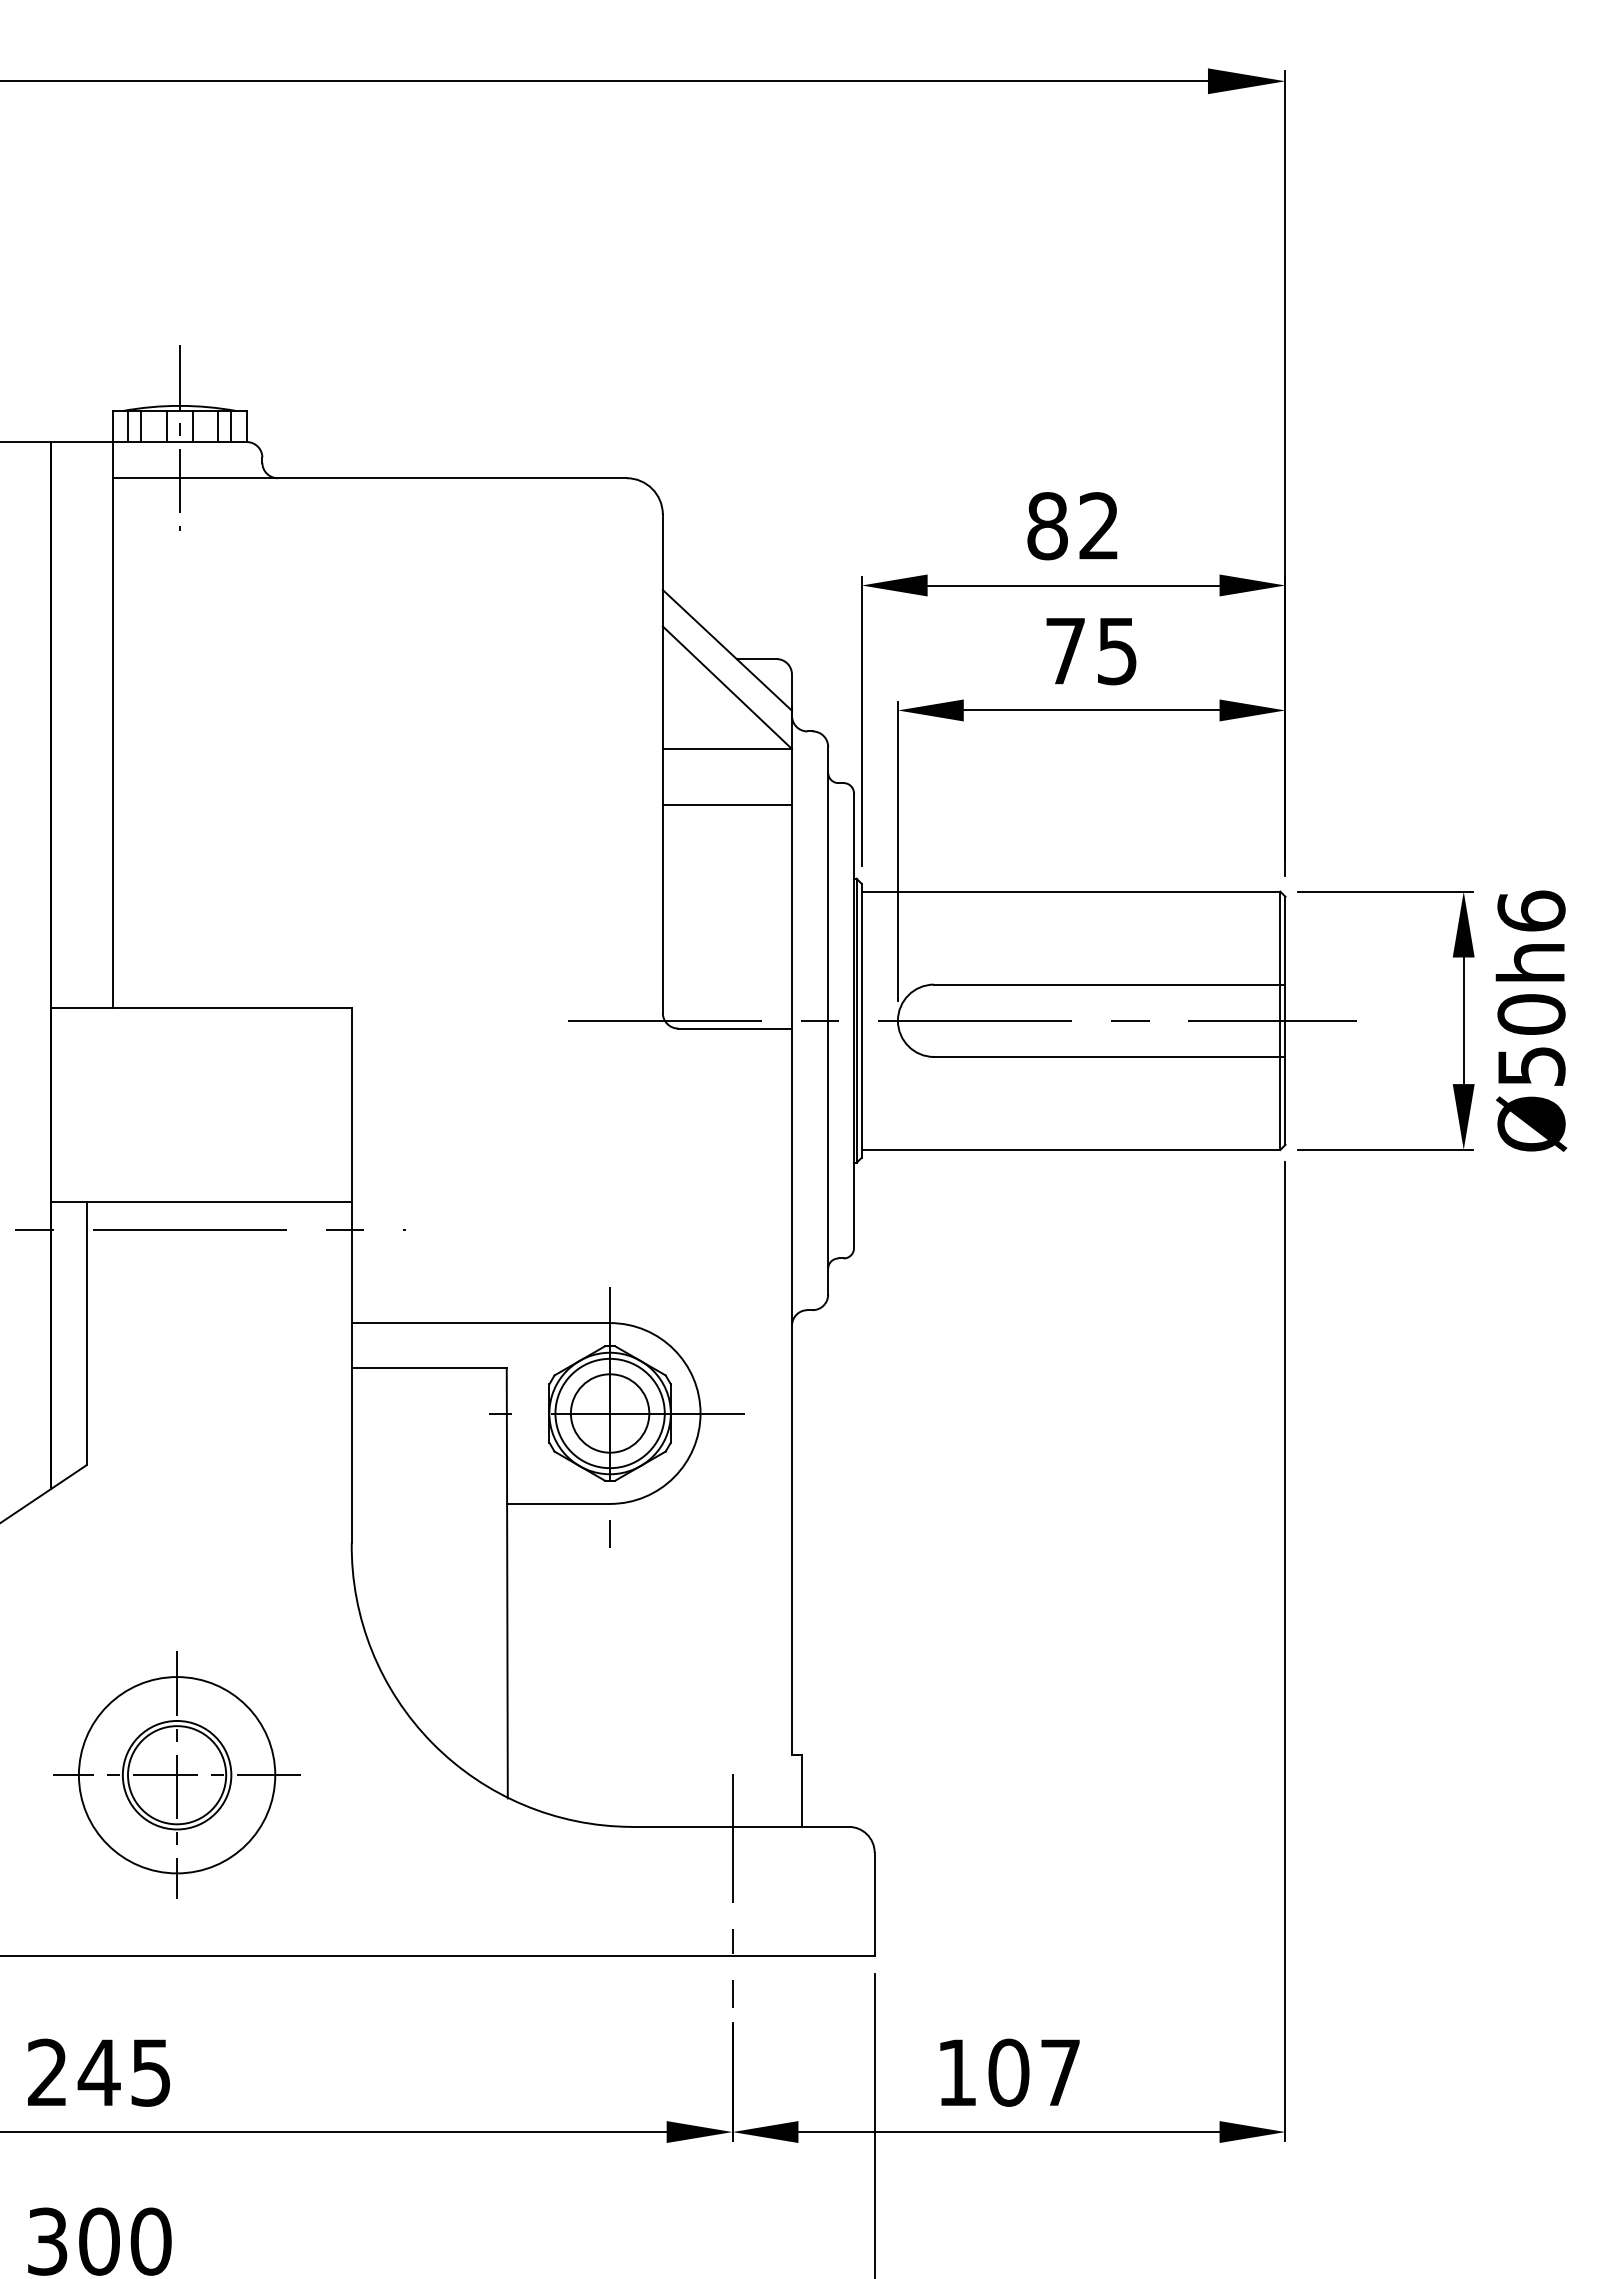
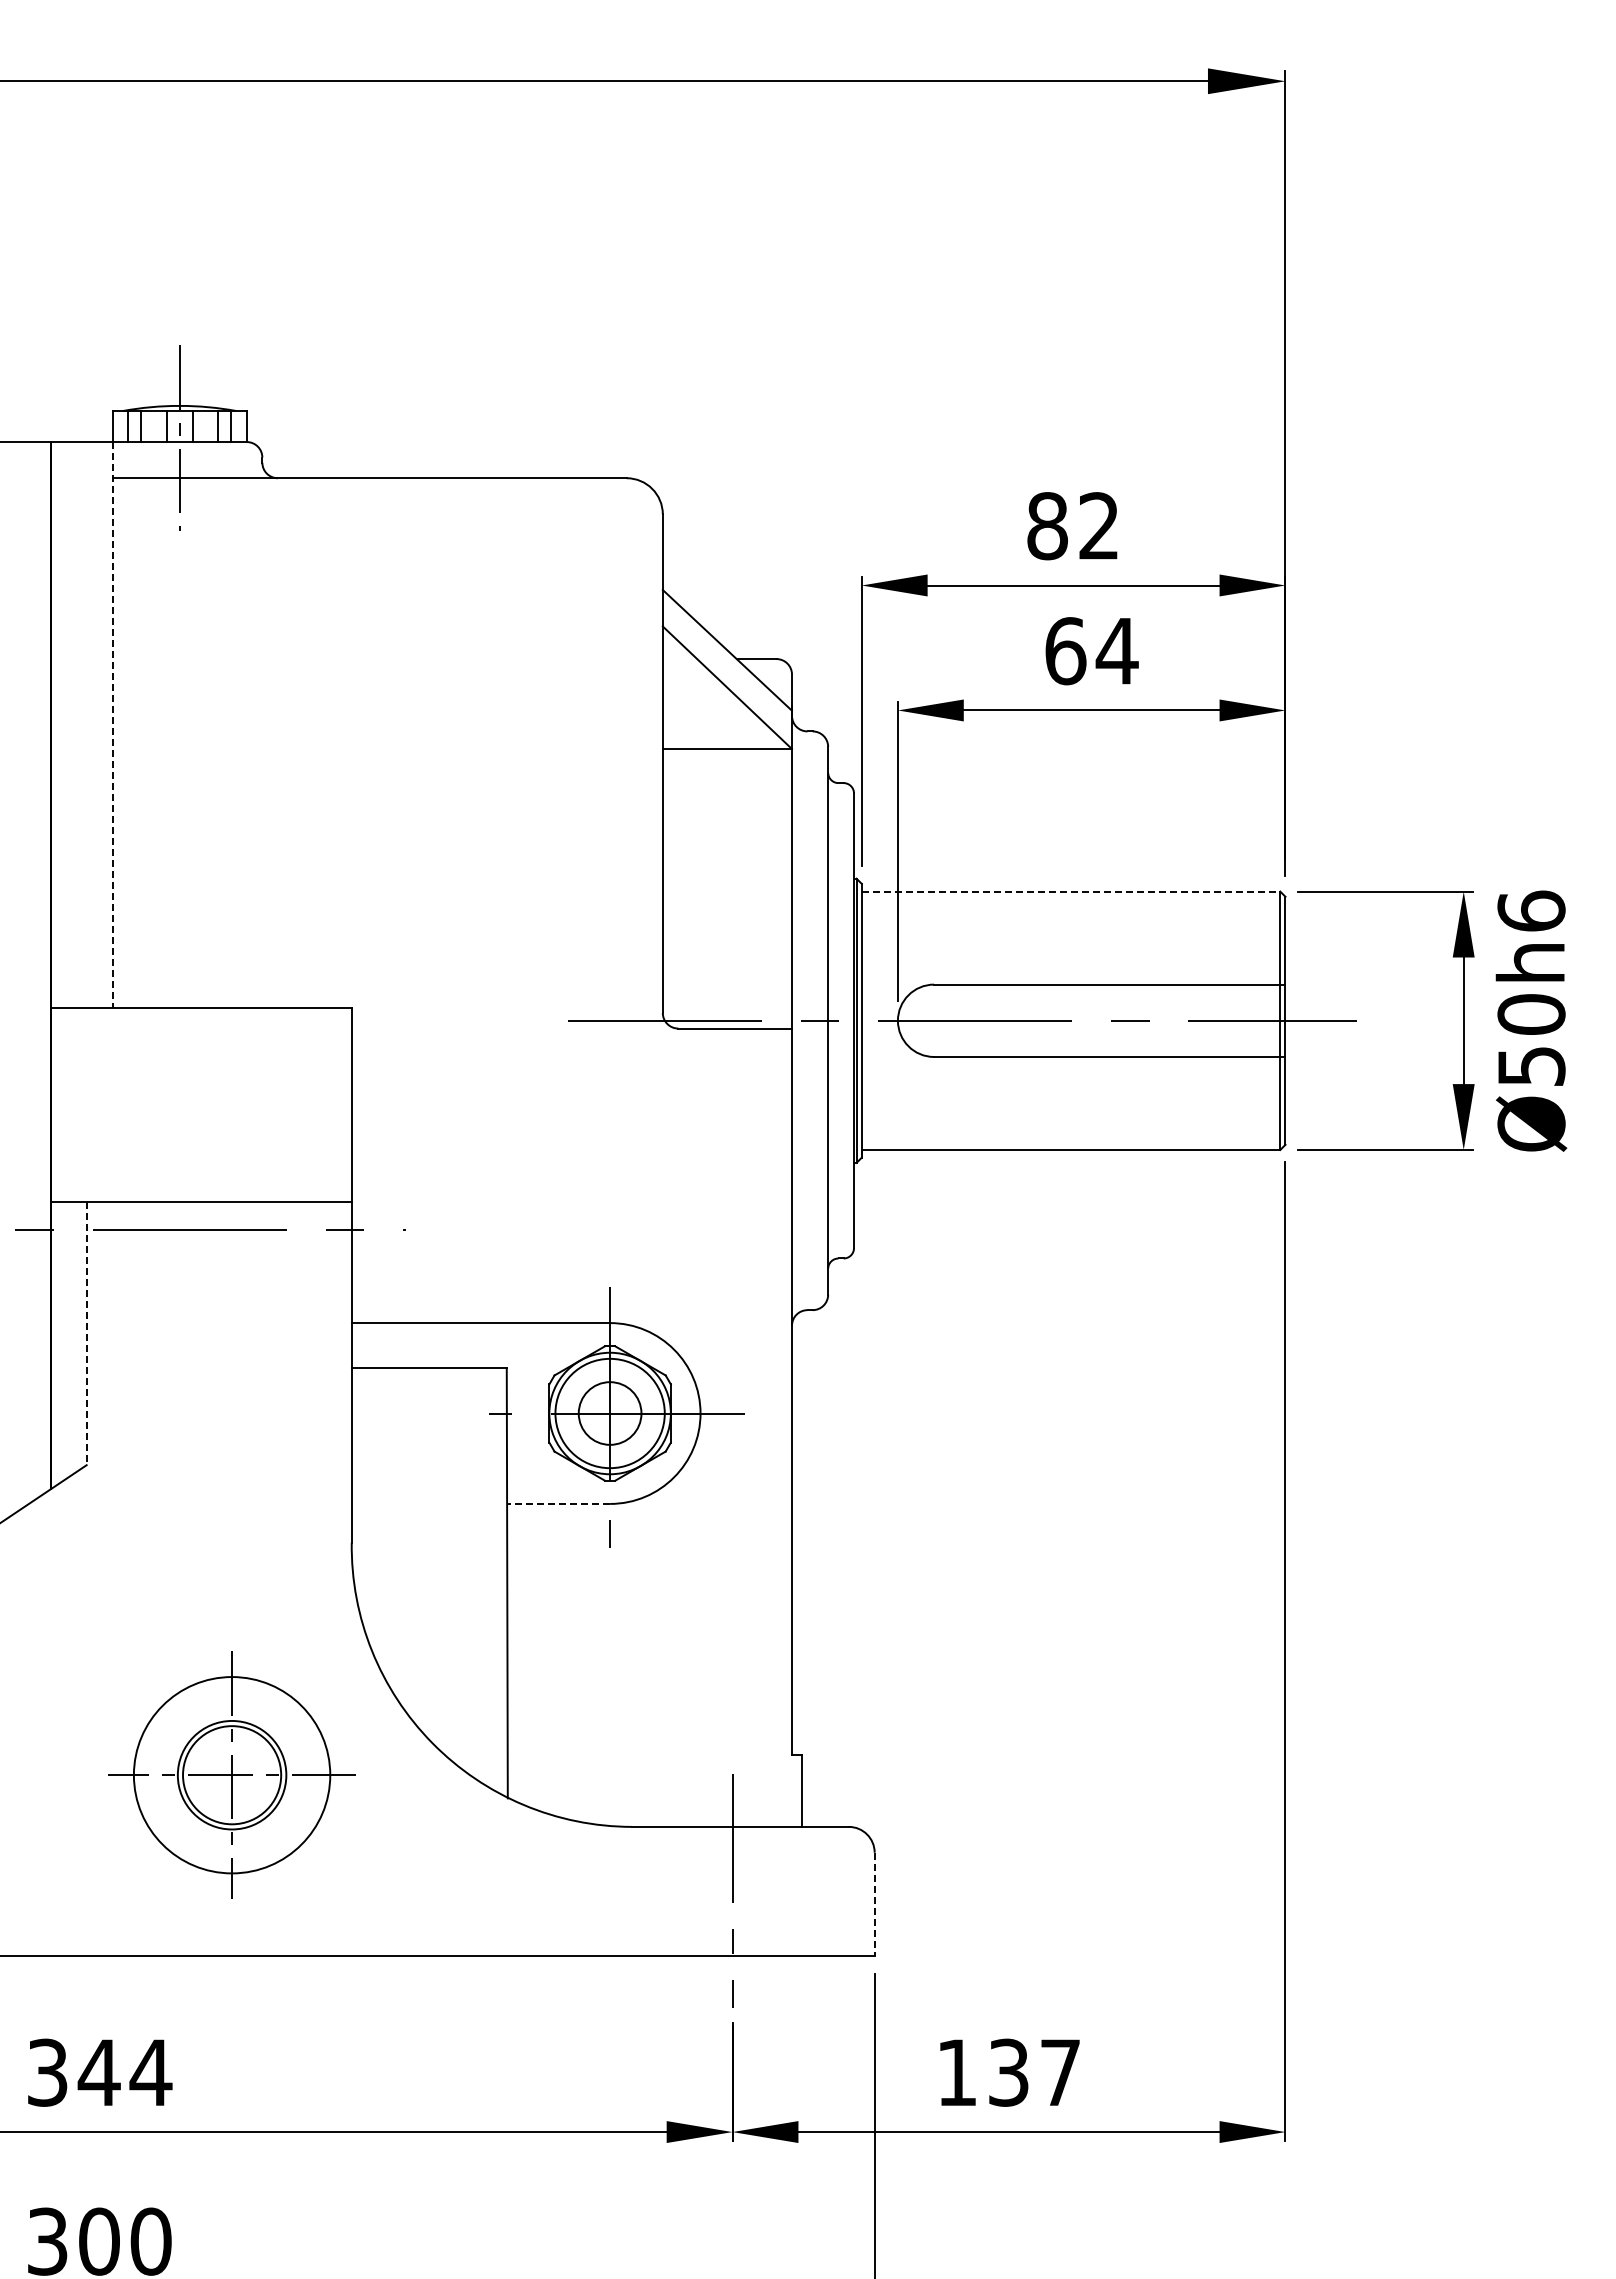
text at (1091, 651): 75 -> 64
line at (112, 724): solid -> dashed
line at (727, 805): present -> none
line at (1071, 891): solid -> dashed
line at (86, 1333): solid -> dashed
circle at (609, 1413) diameter: 78 px -> 63 px
line at (558, 1503): solid -> dashed
part at (176, 1774) position: (176, 1774) -> (231, 1774)
line at (874, 1904): solid -> dashed
text at (100, 2072): 245 -> 344
text at (1008, 2072): 107 -> 137
